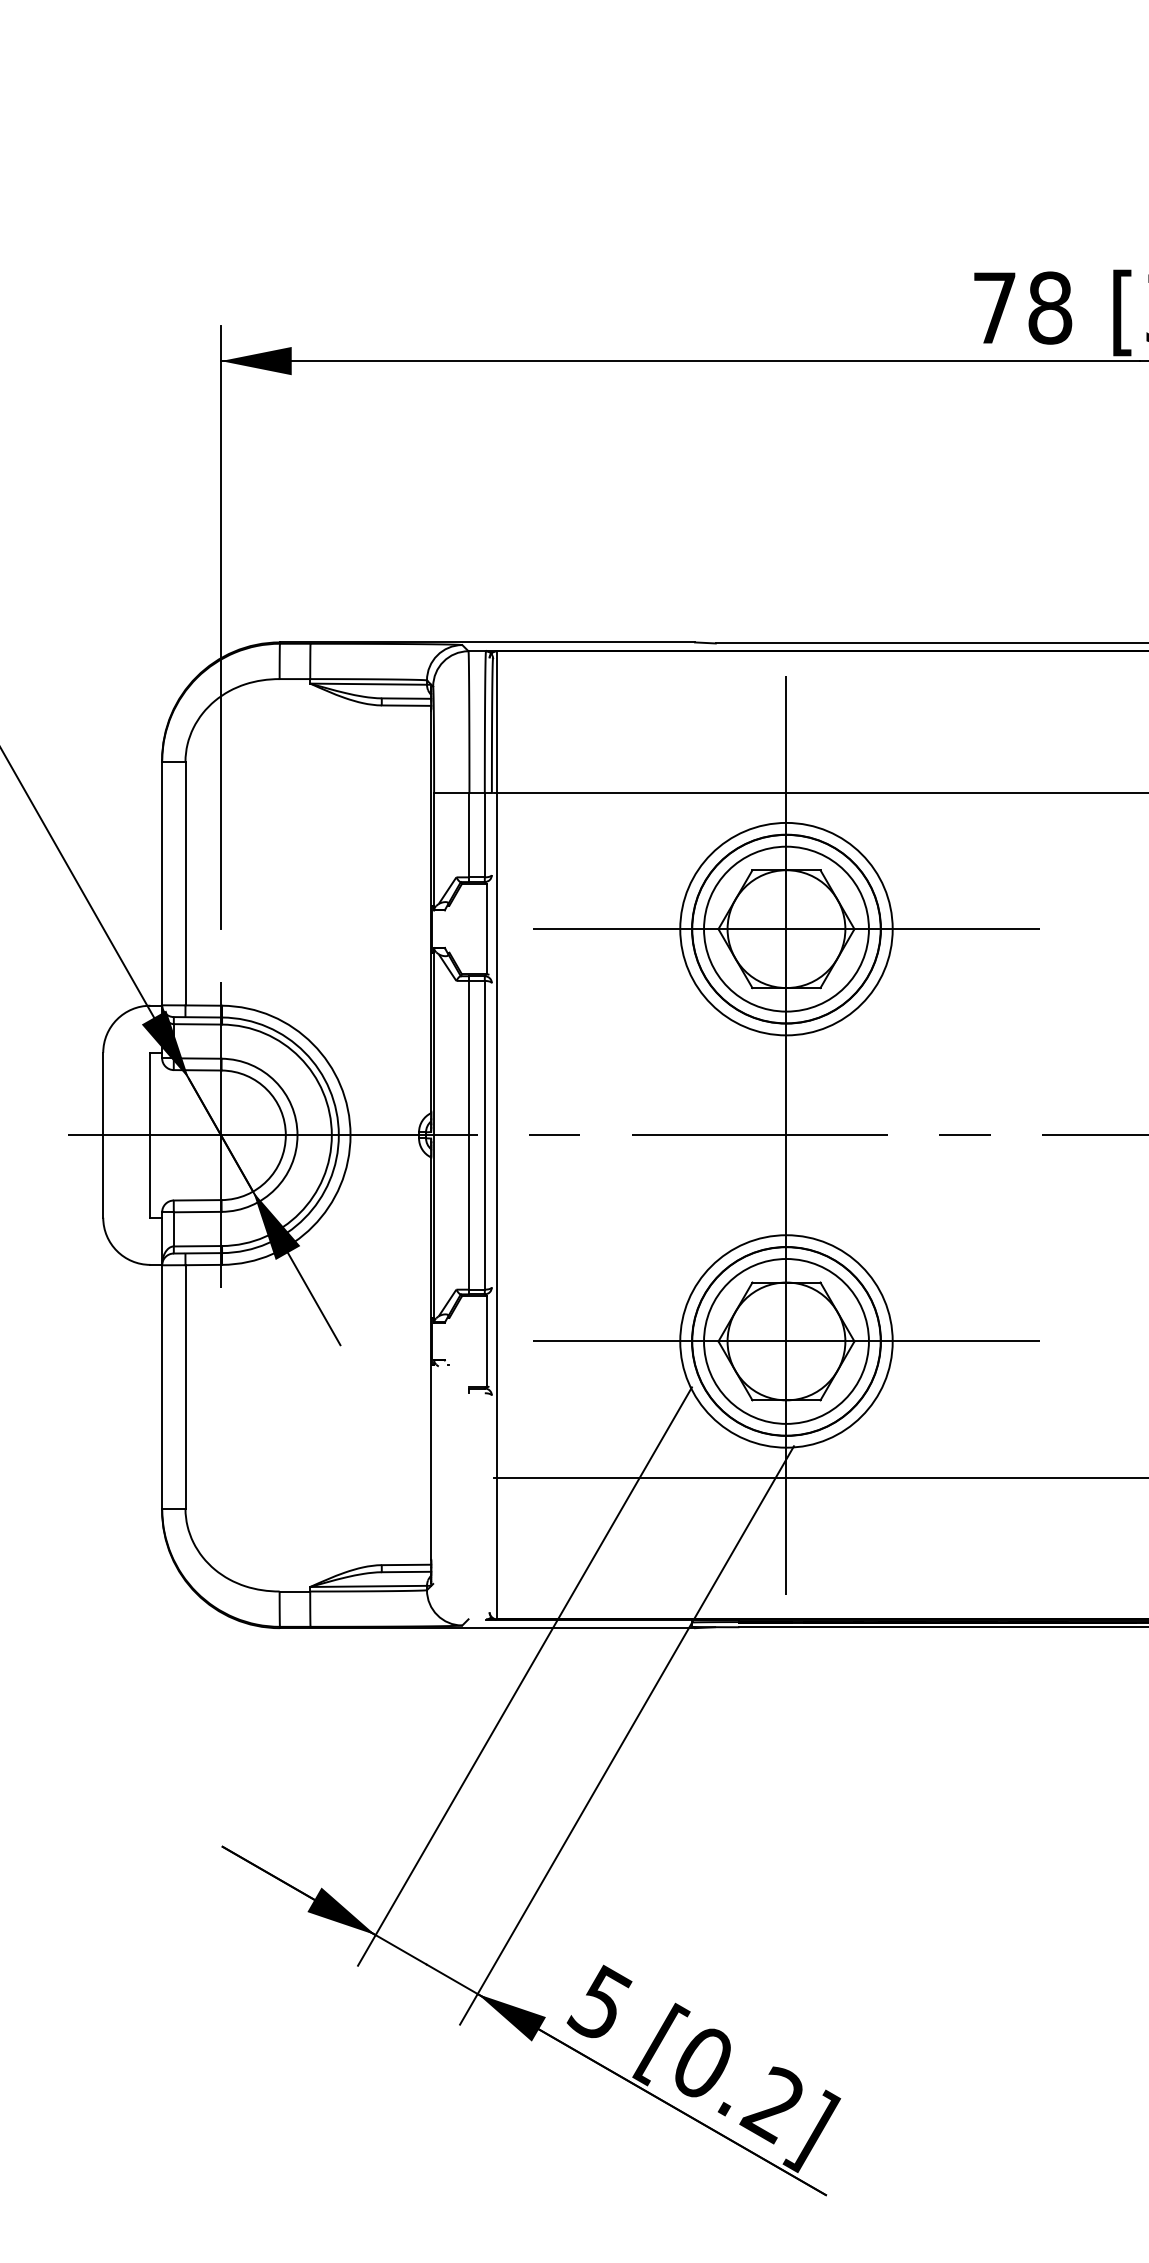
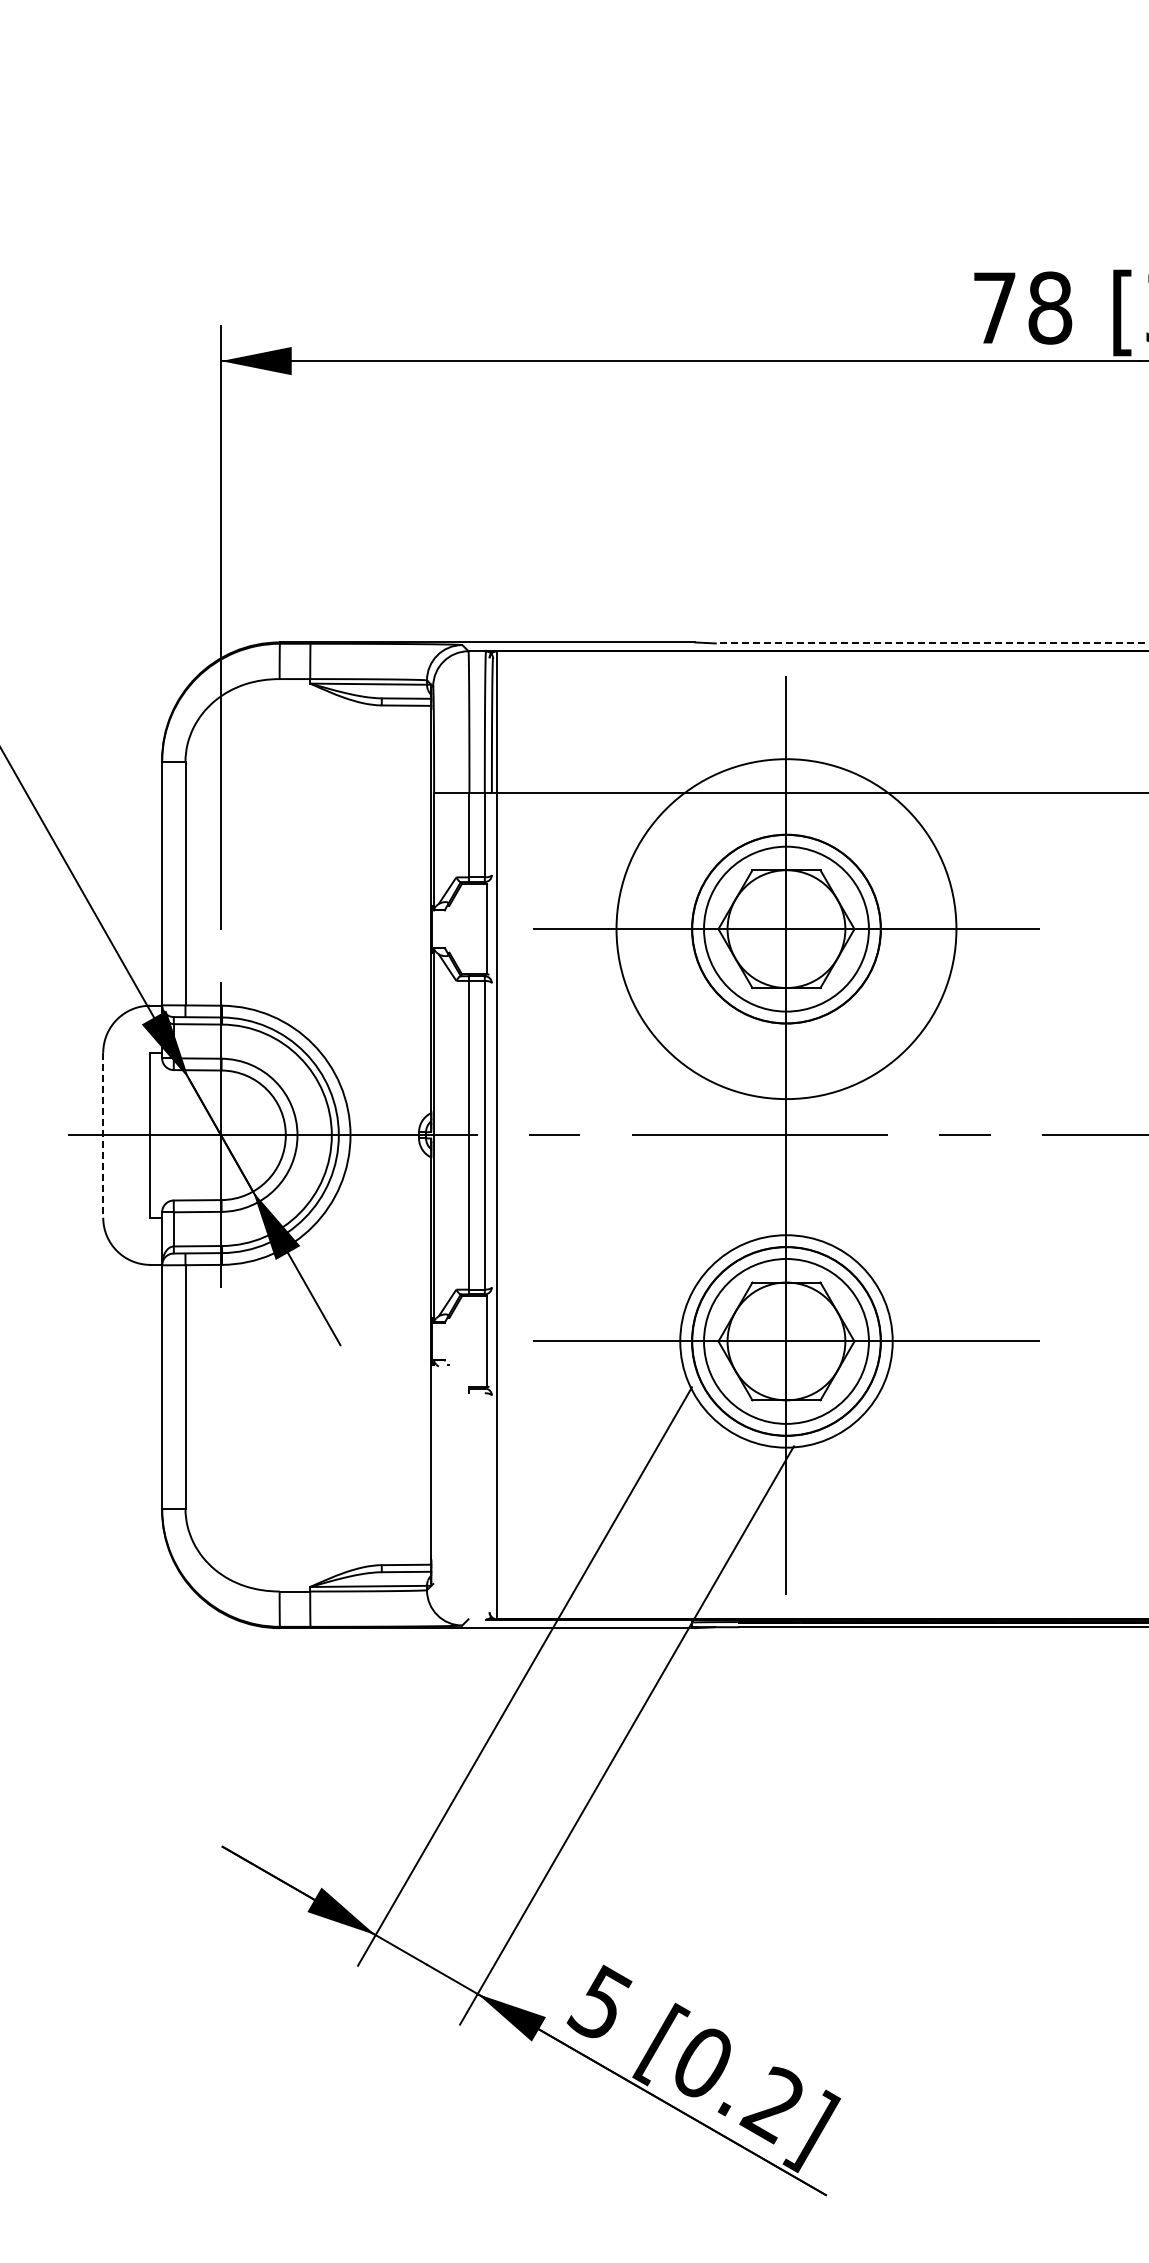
line at (931, 643): solid -> dashed
circle at (786, 928) diameter: 212 px -> 340 px
line at (103, 1135): solid -> dashed
line at (819, 1478): present -> none
